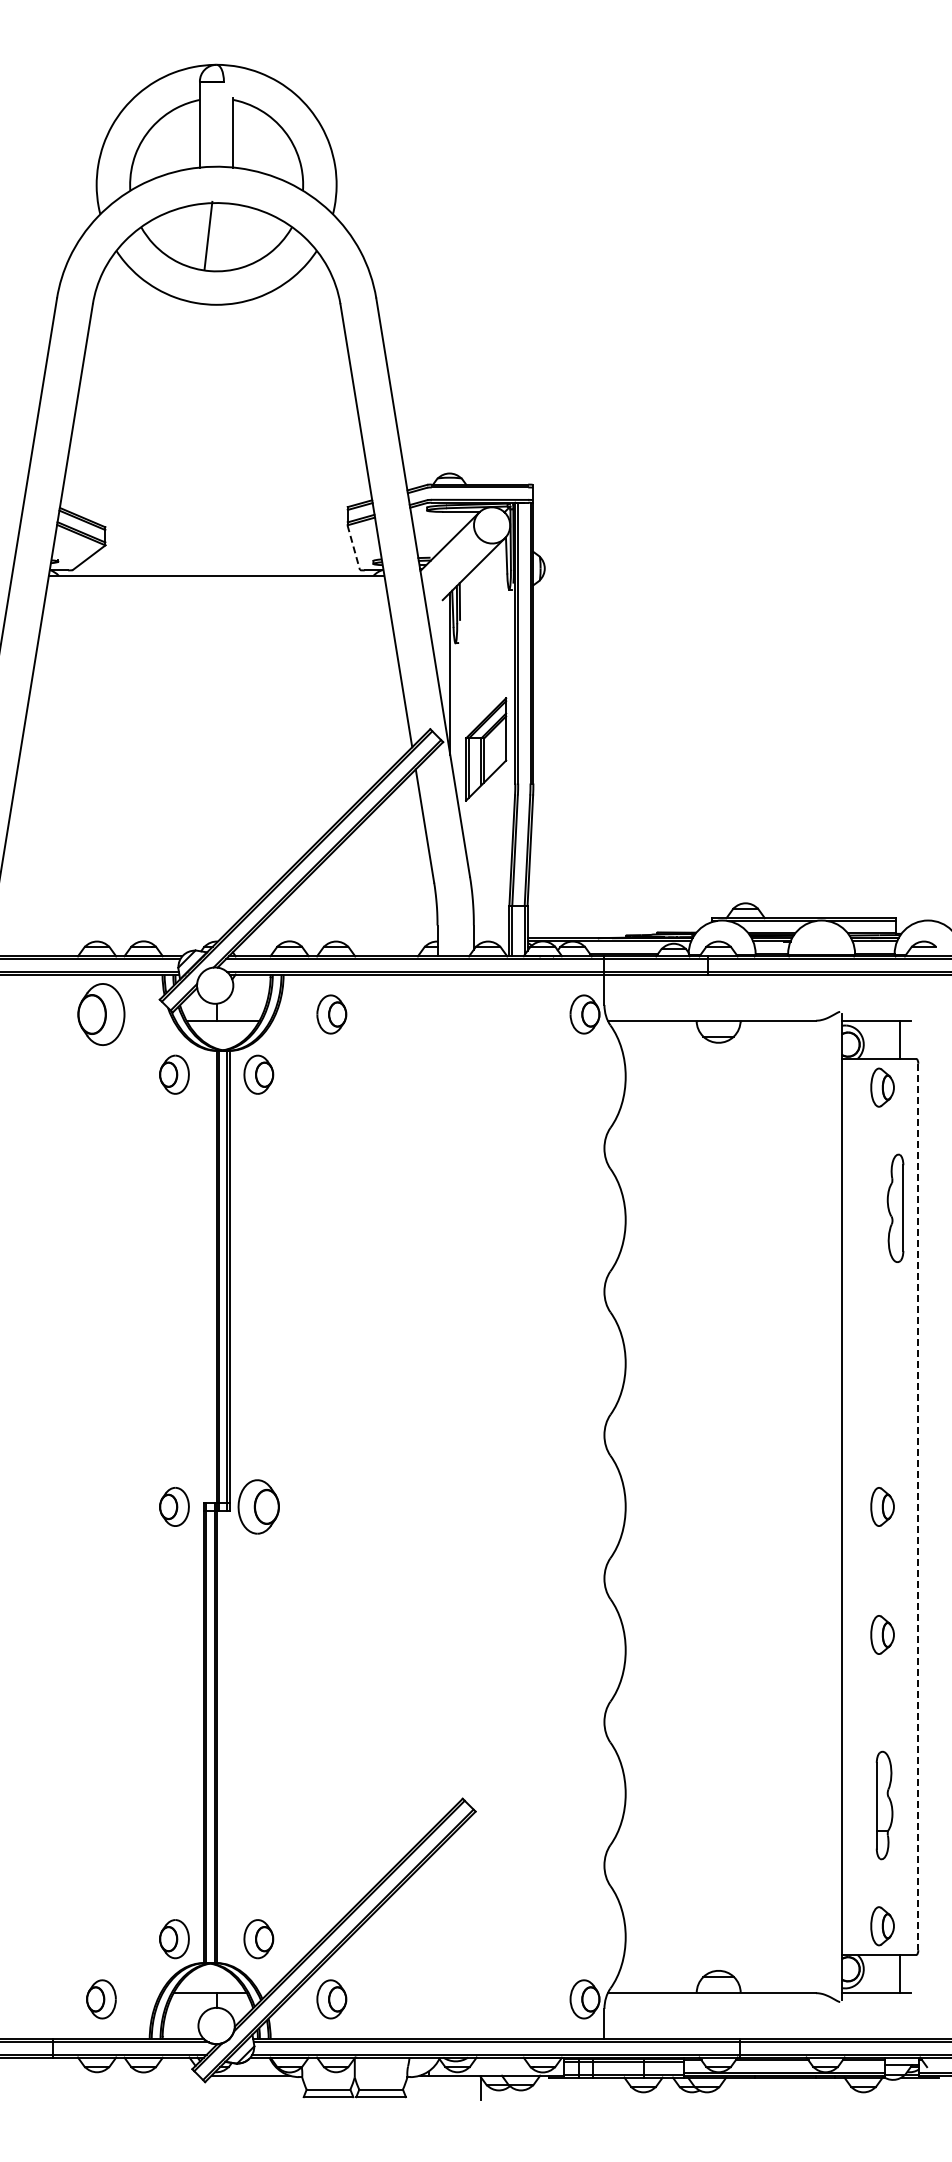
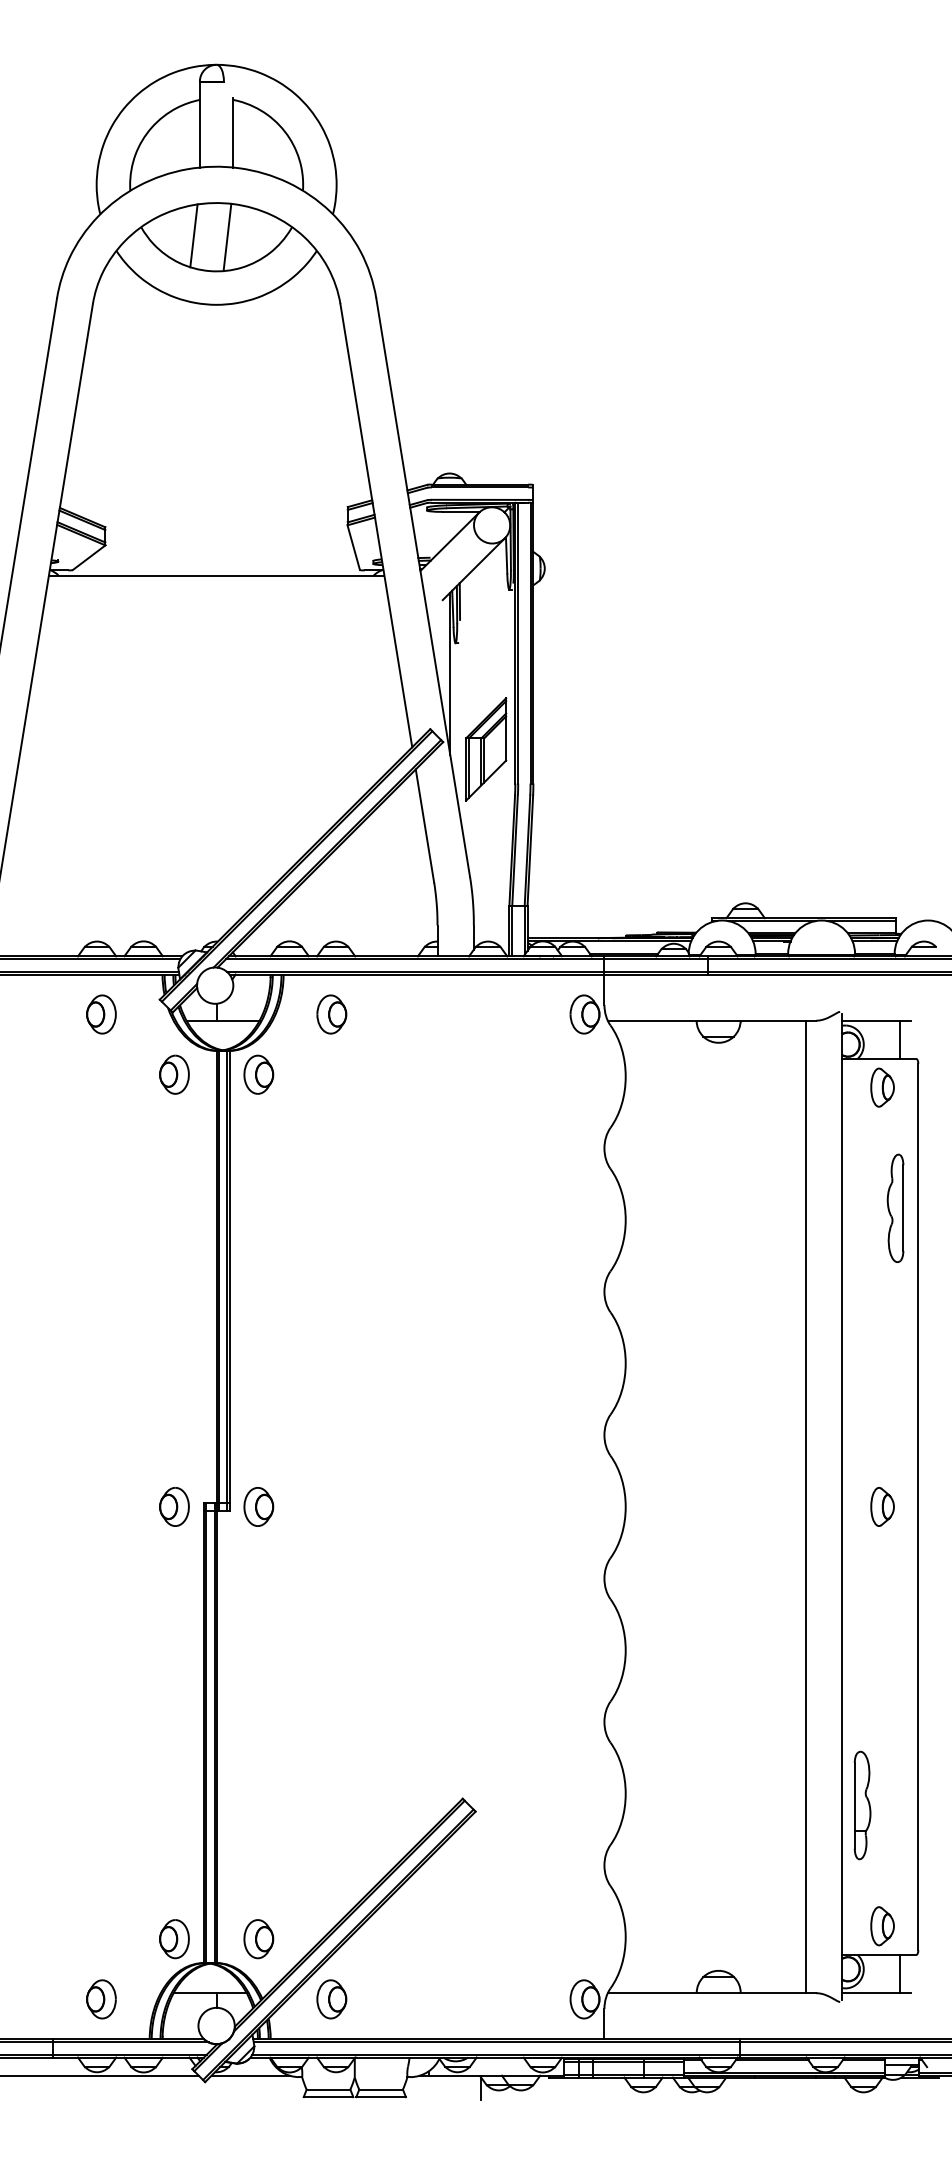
line at (193, 235): none -> present
line at (208, 235) position: (208, 235) -> (227, 237)
line at (353, 548): dashed -> solid
part at (101, 1014) size: 49x63 px -> 31x41 px
part at (258, 1506) size: 43x56 px -> 32x40 px
line at (805, 1506): none -> present
line at (918, 1507): dashed -> solid
part at (882, 1634): present -> none
part at (884, 1805) position: (884, 1805) -> (862, 1805)
line at (100, 2075): none -> present
